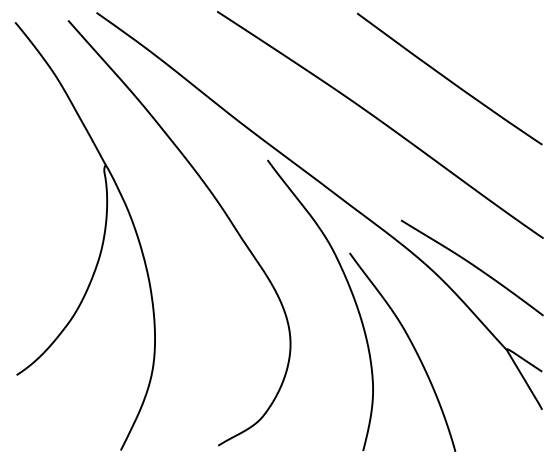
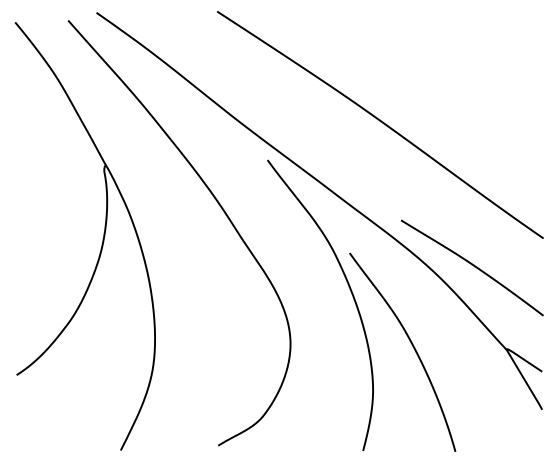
curve at (448, 78): present -> none
